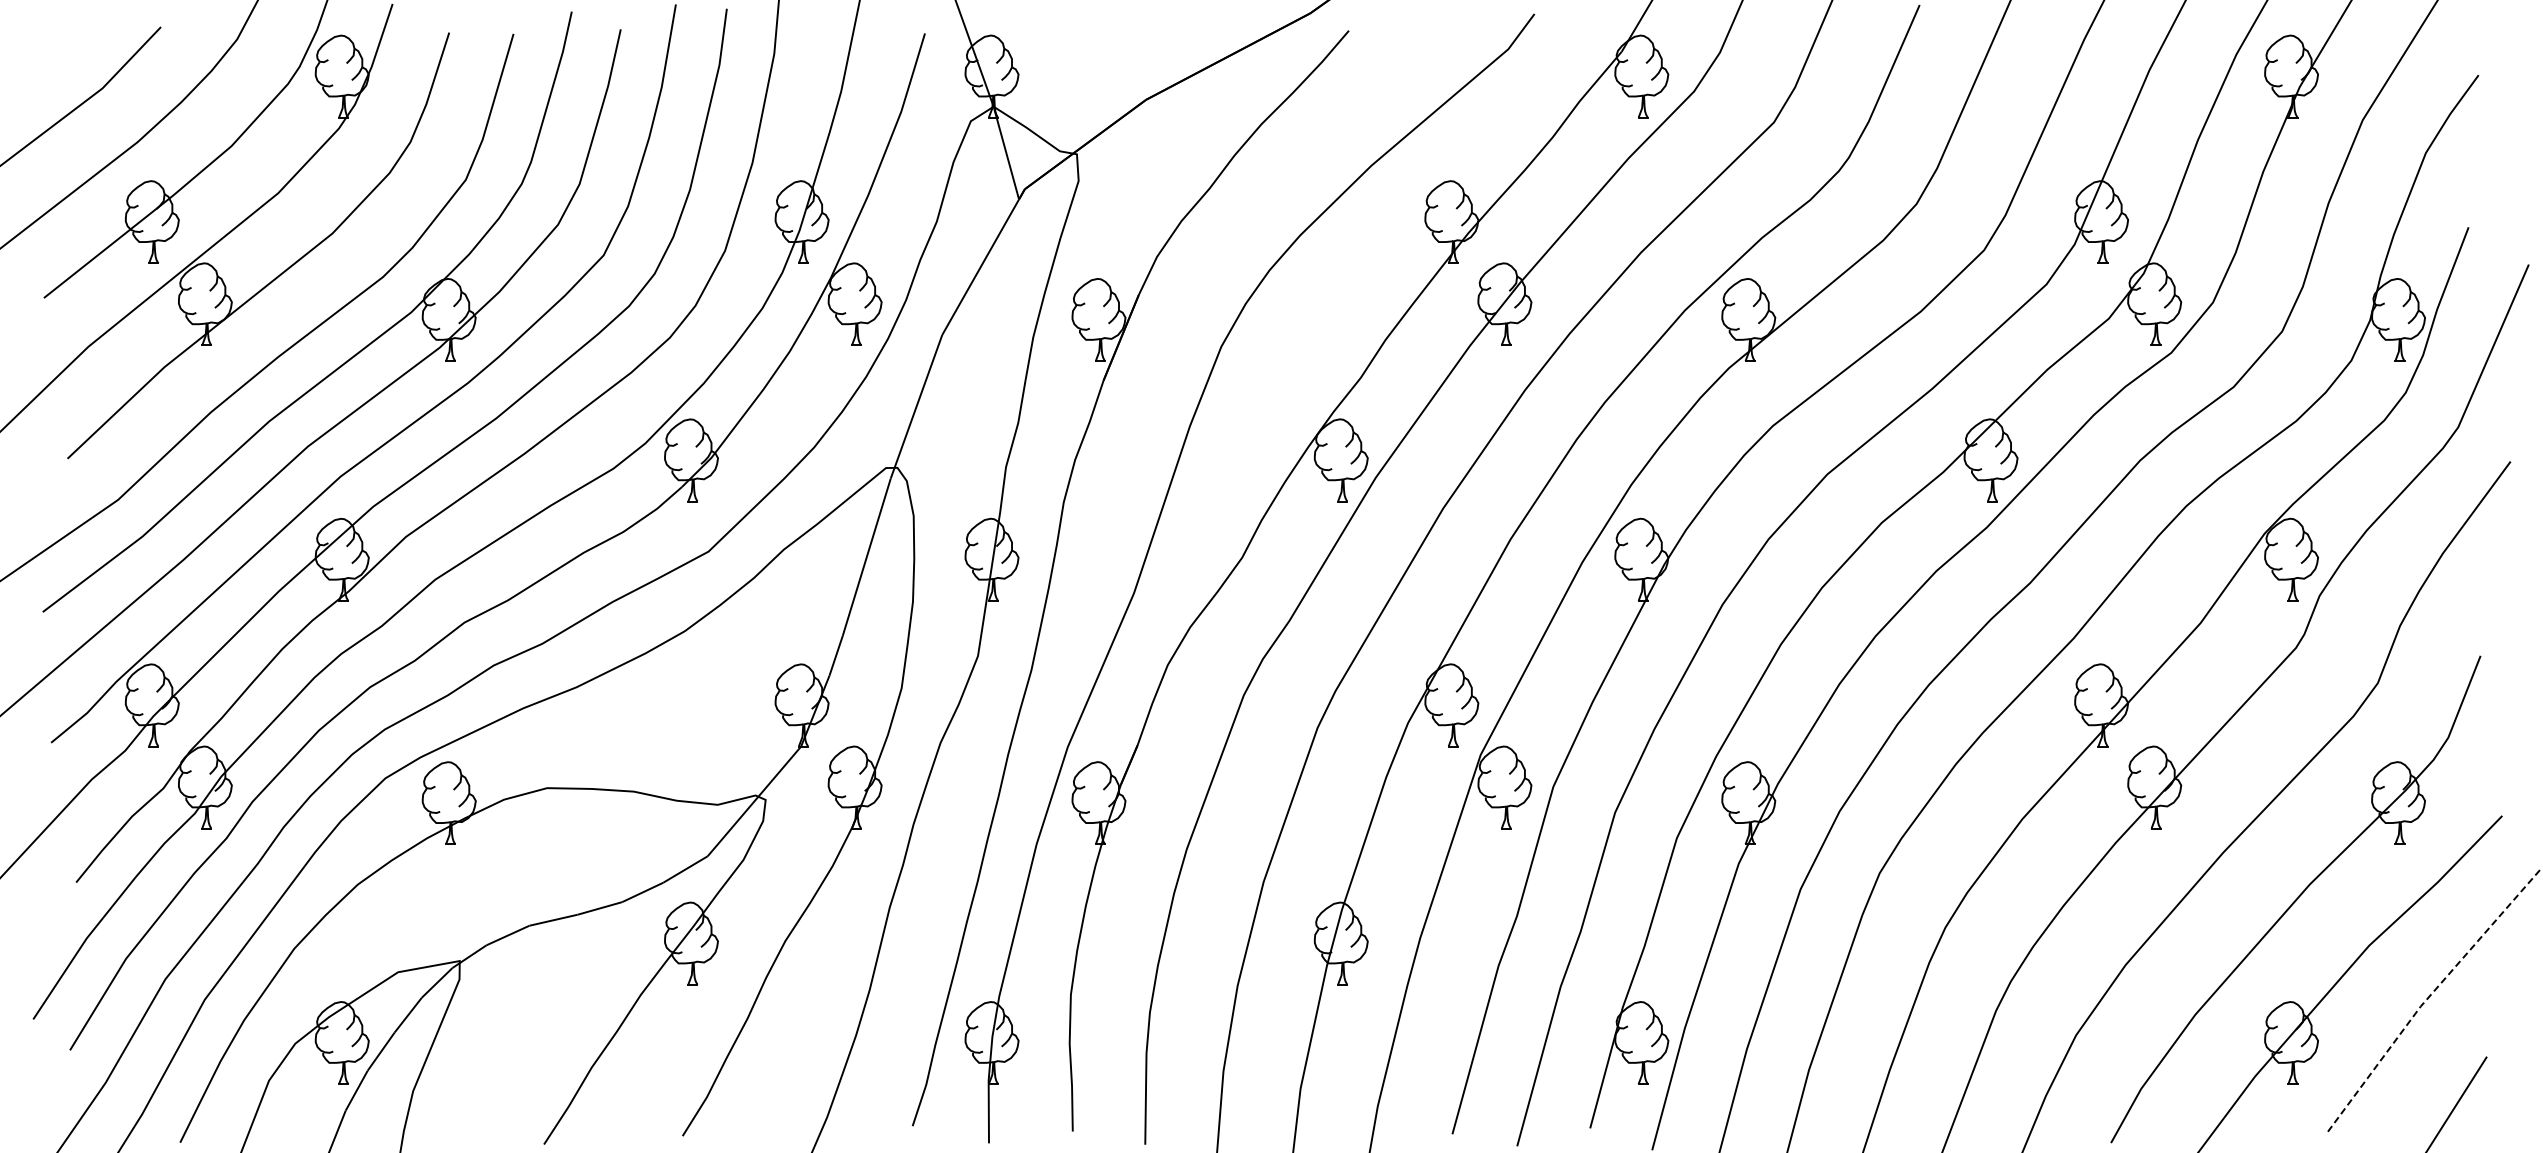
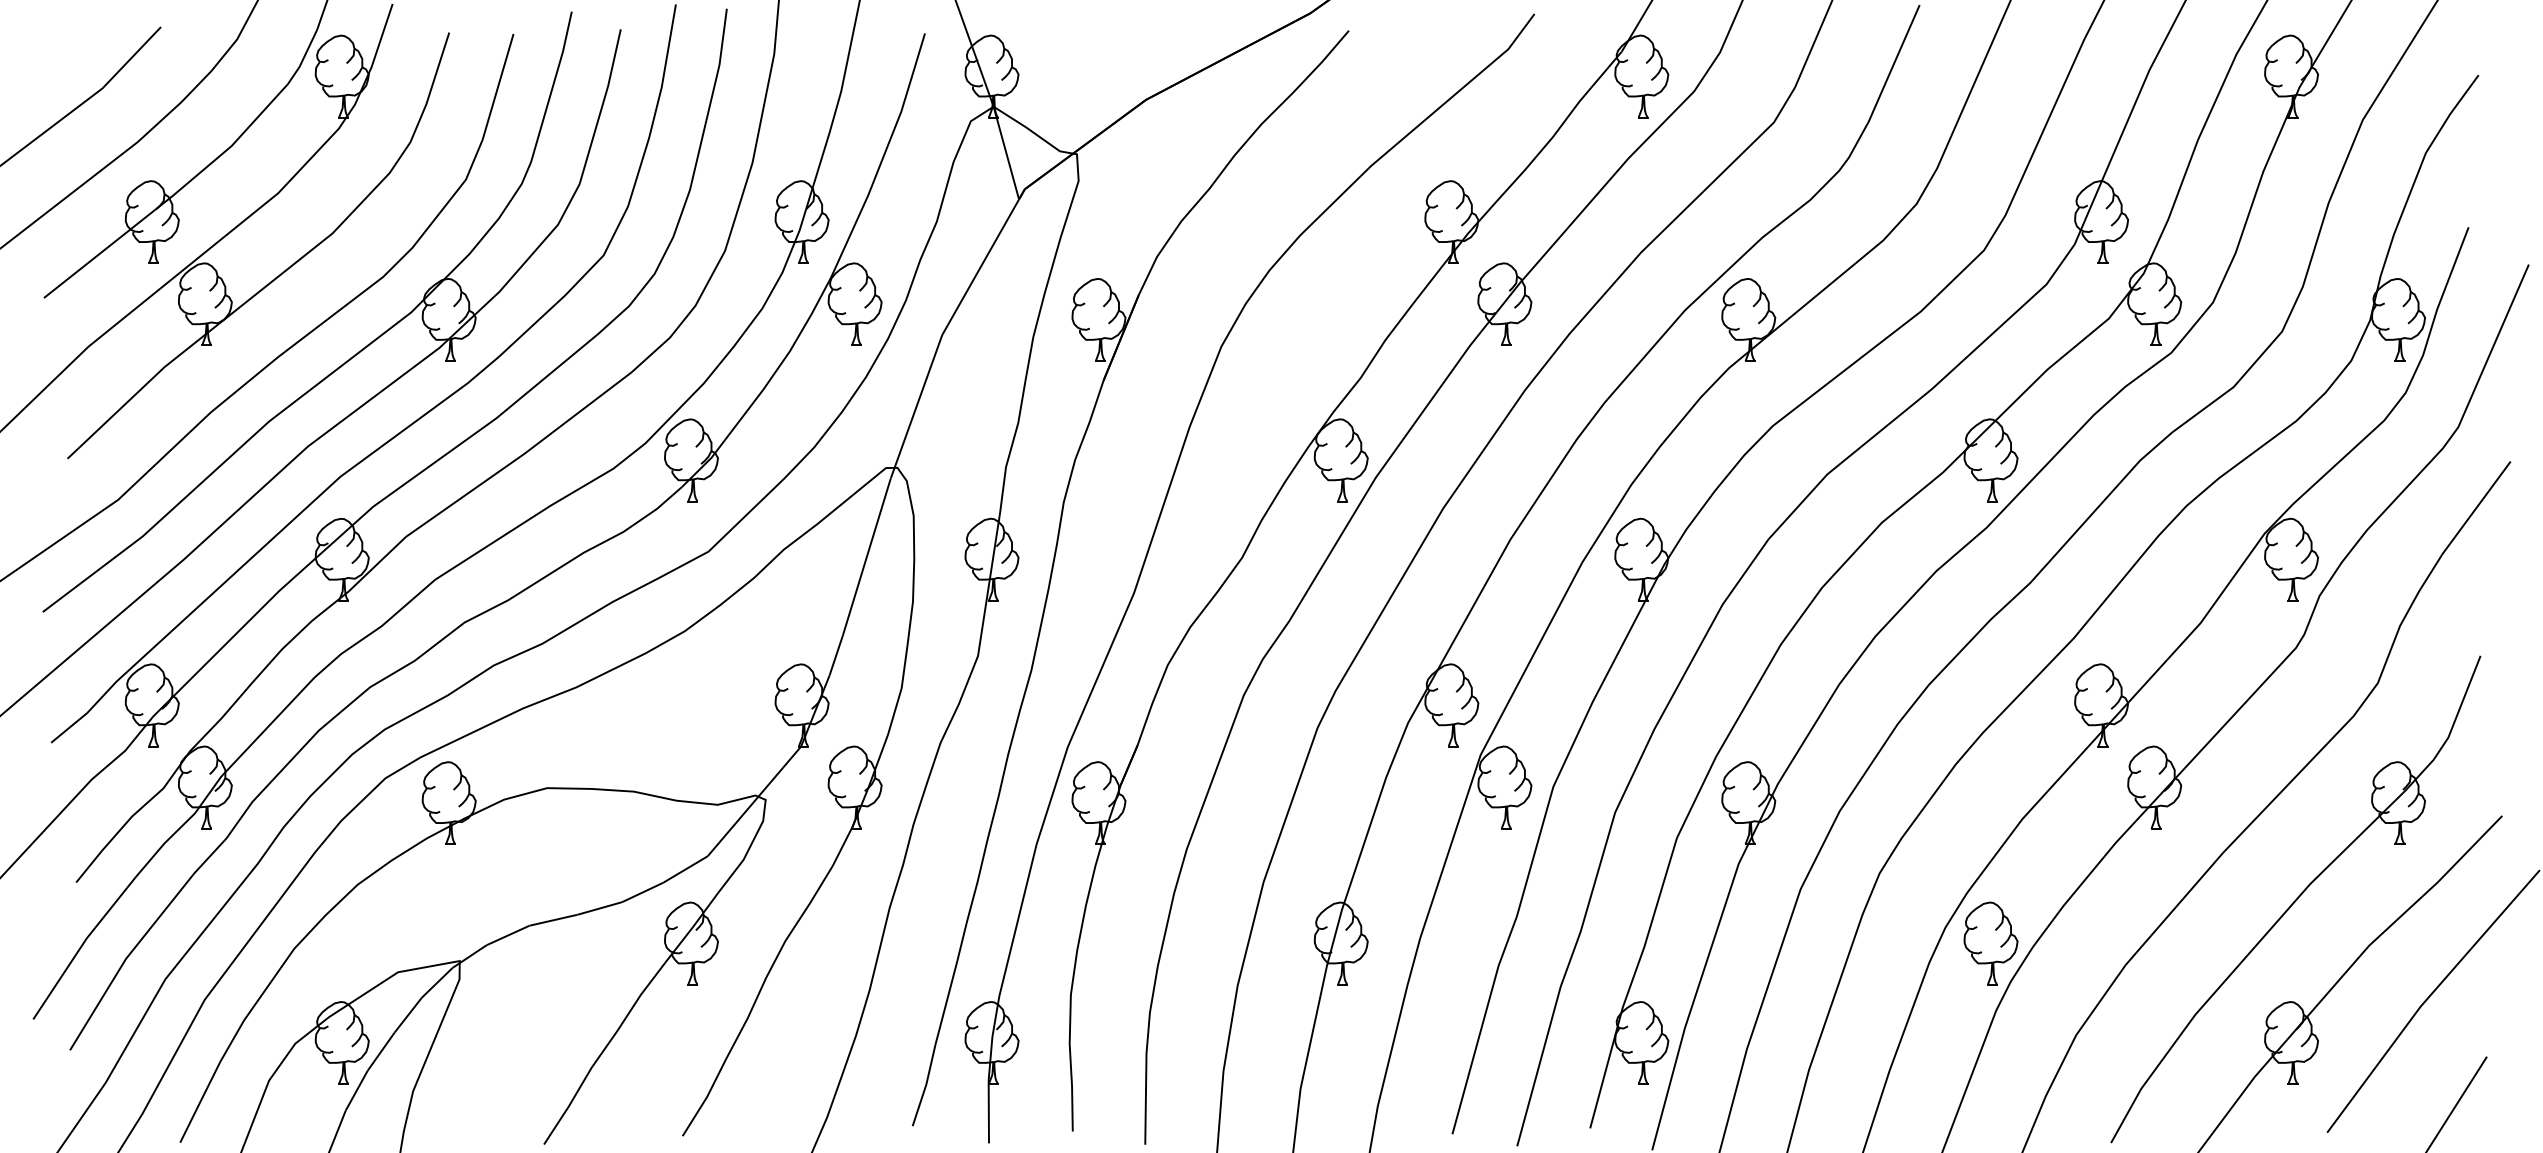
part at (1990, 943): none -> present
line at (2427, 998): dashed -> solid
